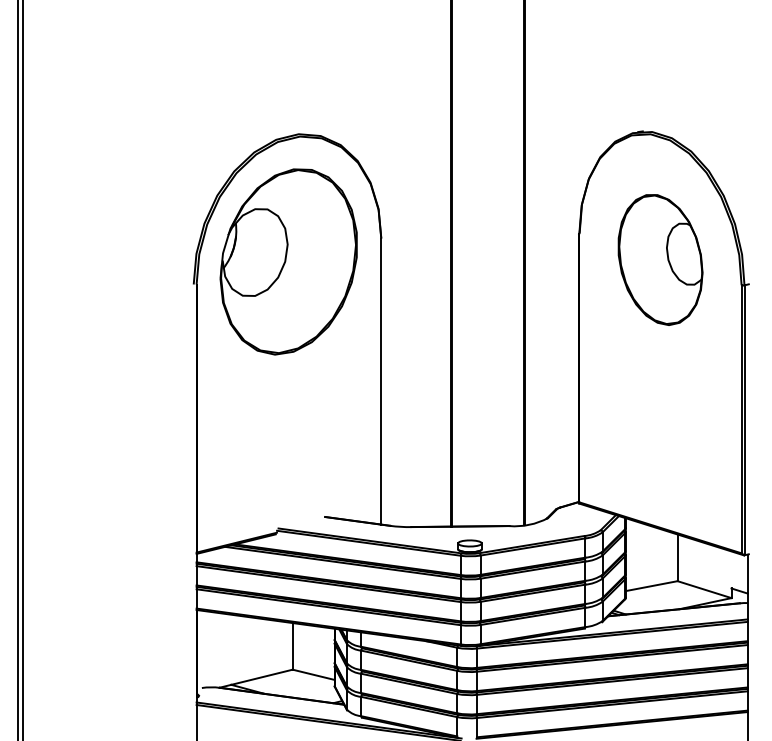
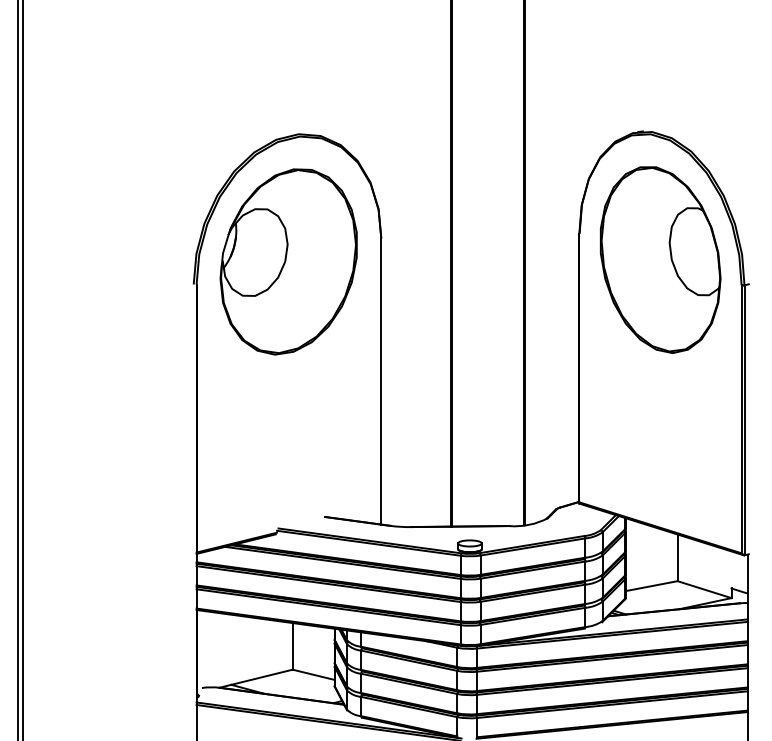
part at (660, 259) size: 87x132 px -> 123x188 px
